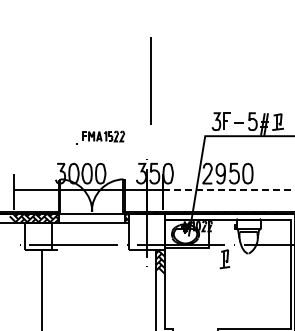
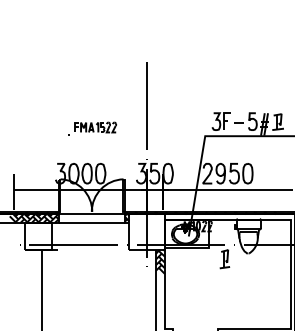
line at (150, 80) position: (150, 80) -> (146, 105)
part at (100, 137) position: (100, 137) -> (92, 128)
line at (228, 190): dashed -> solid
